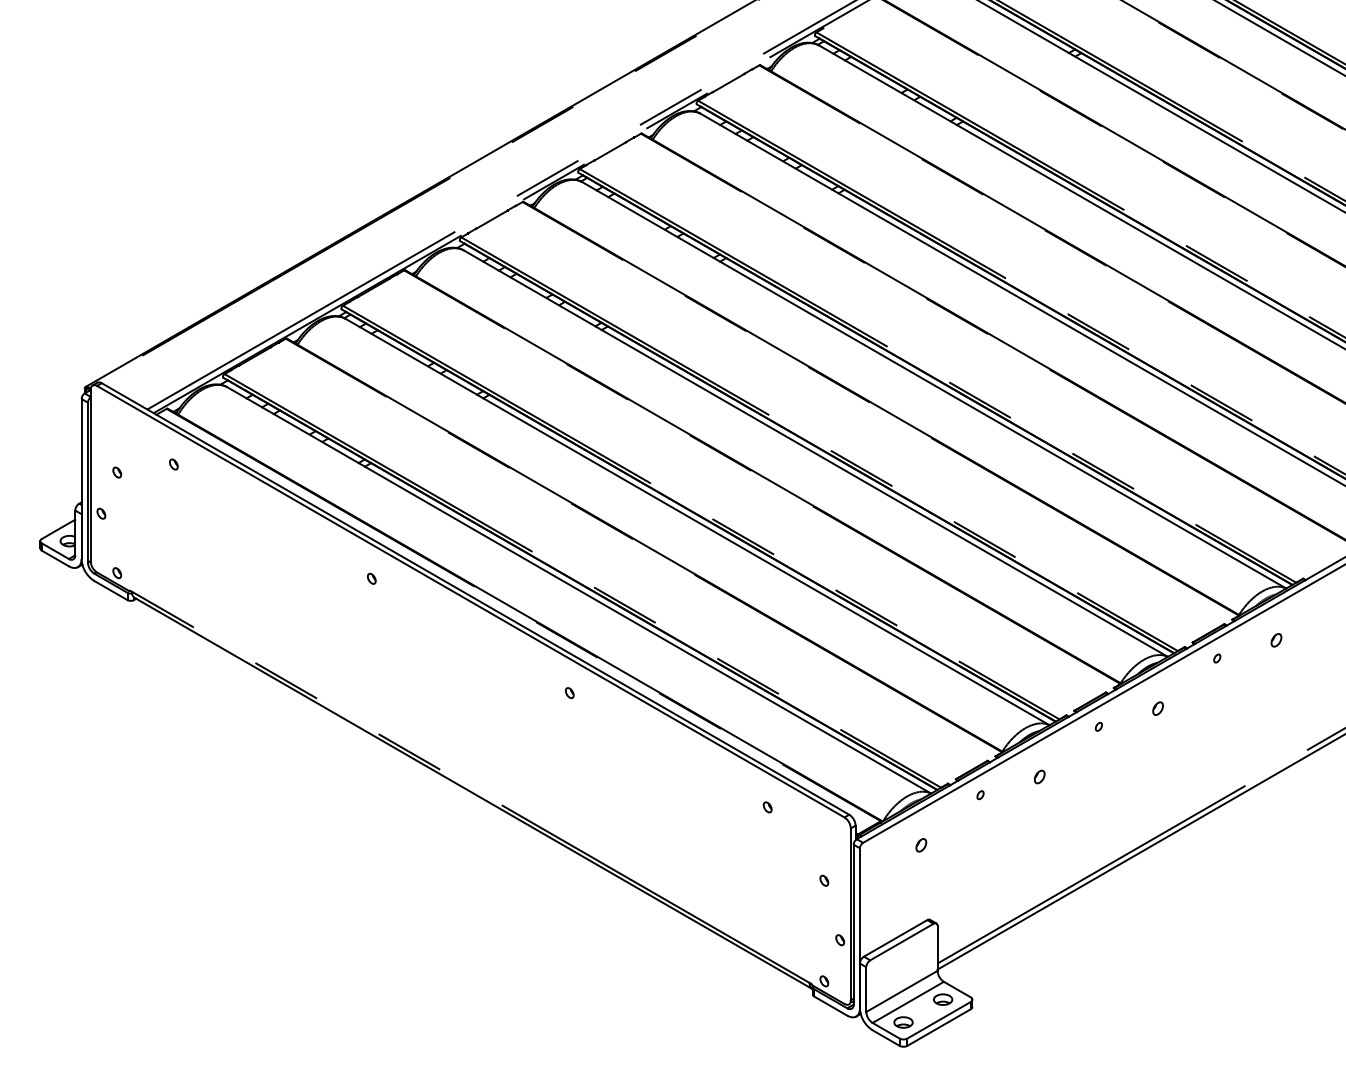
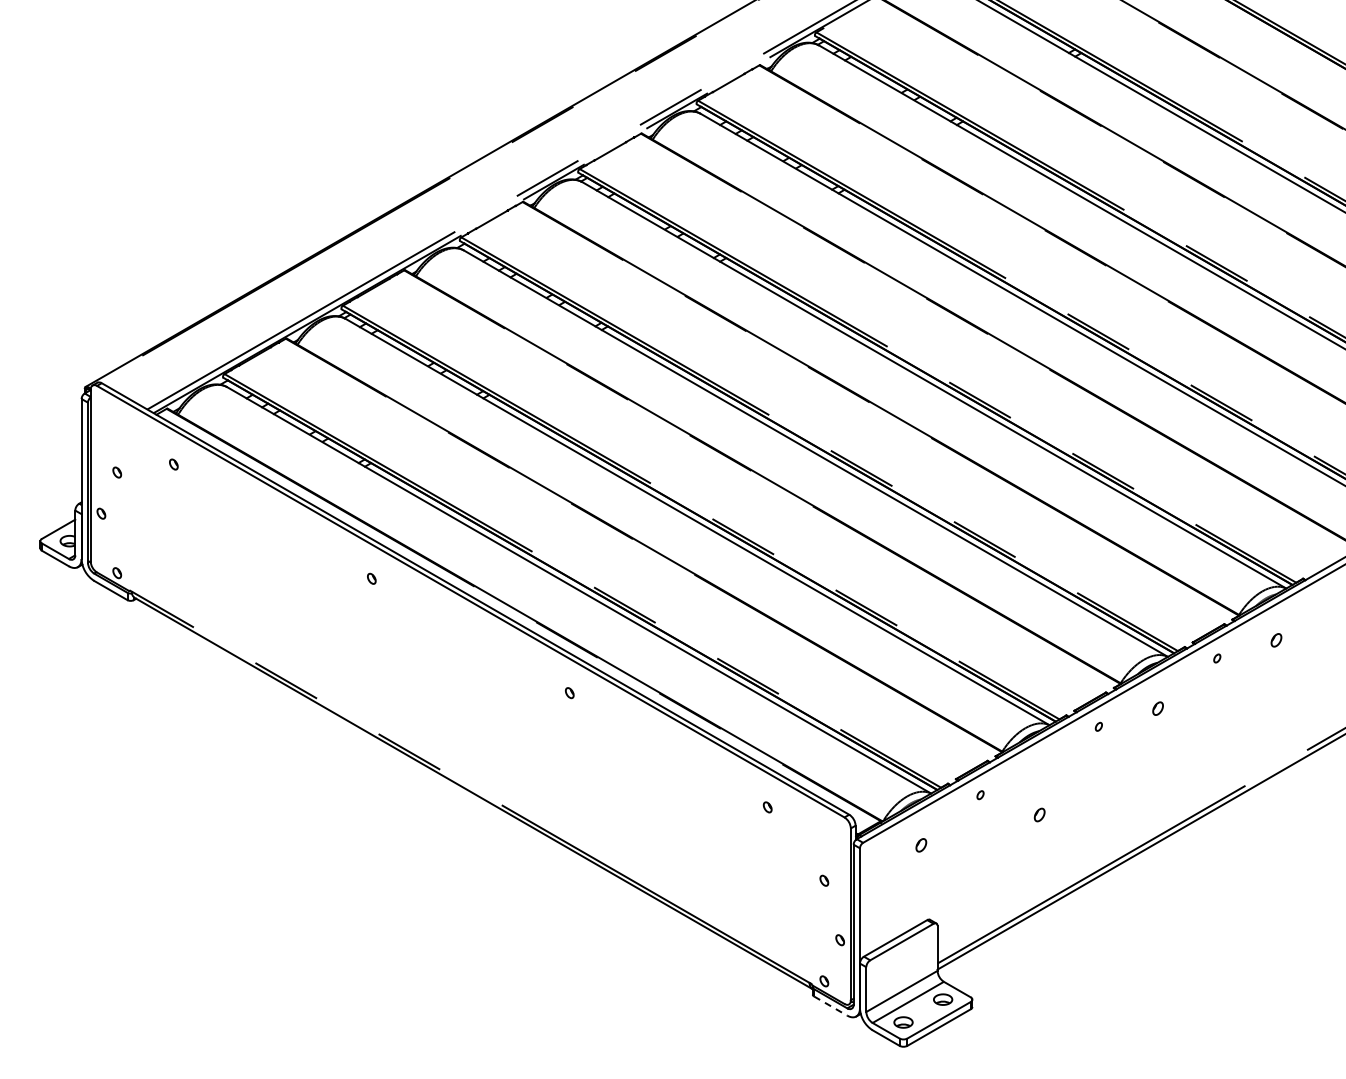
line at (1280, 38): present -> none
part at (1039, 776) position: (1039, 776) -> (1039, 814)
line at (831, 1006): solid -> dashed
